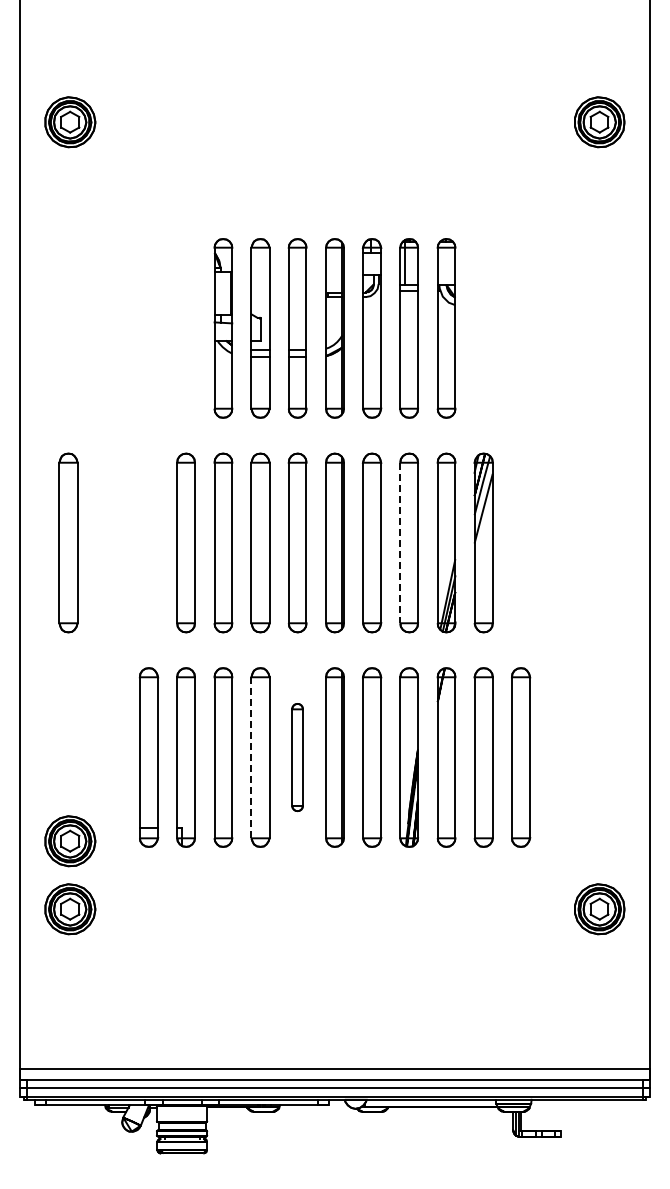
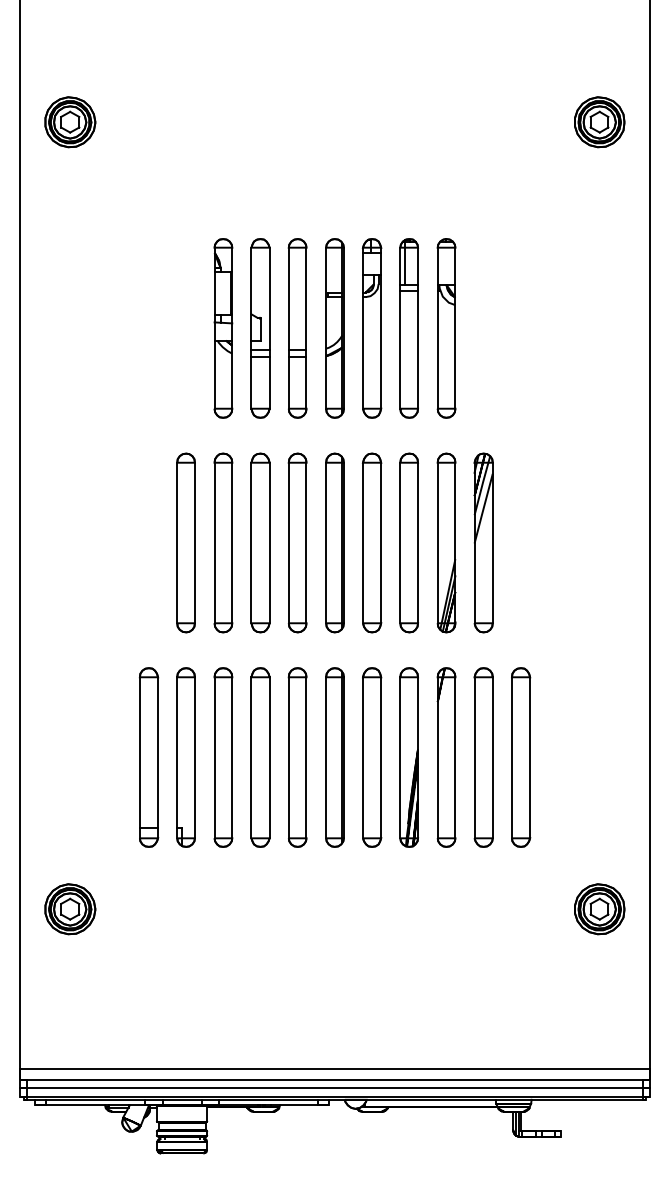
part at (68, 542): present -> none
line at (400, 543): dashed -> solid
line at (251, 757): dashed -> solid
part at (297, 757) size: 13x110 px -> 21x181 px
part at (70, 841): present -> none
